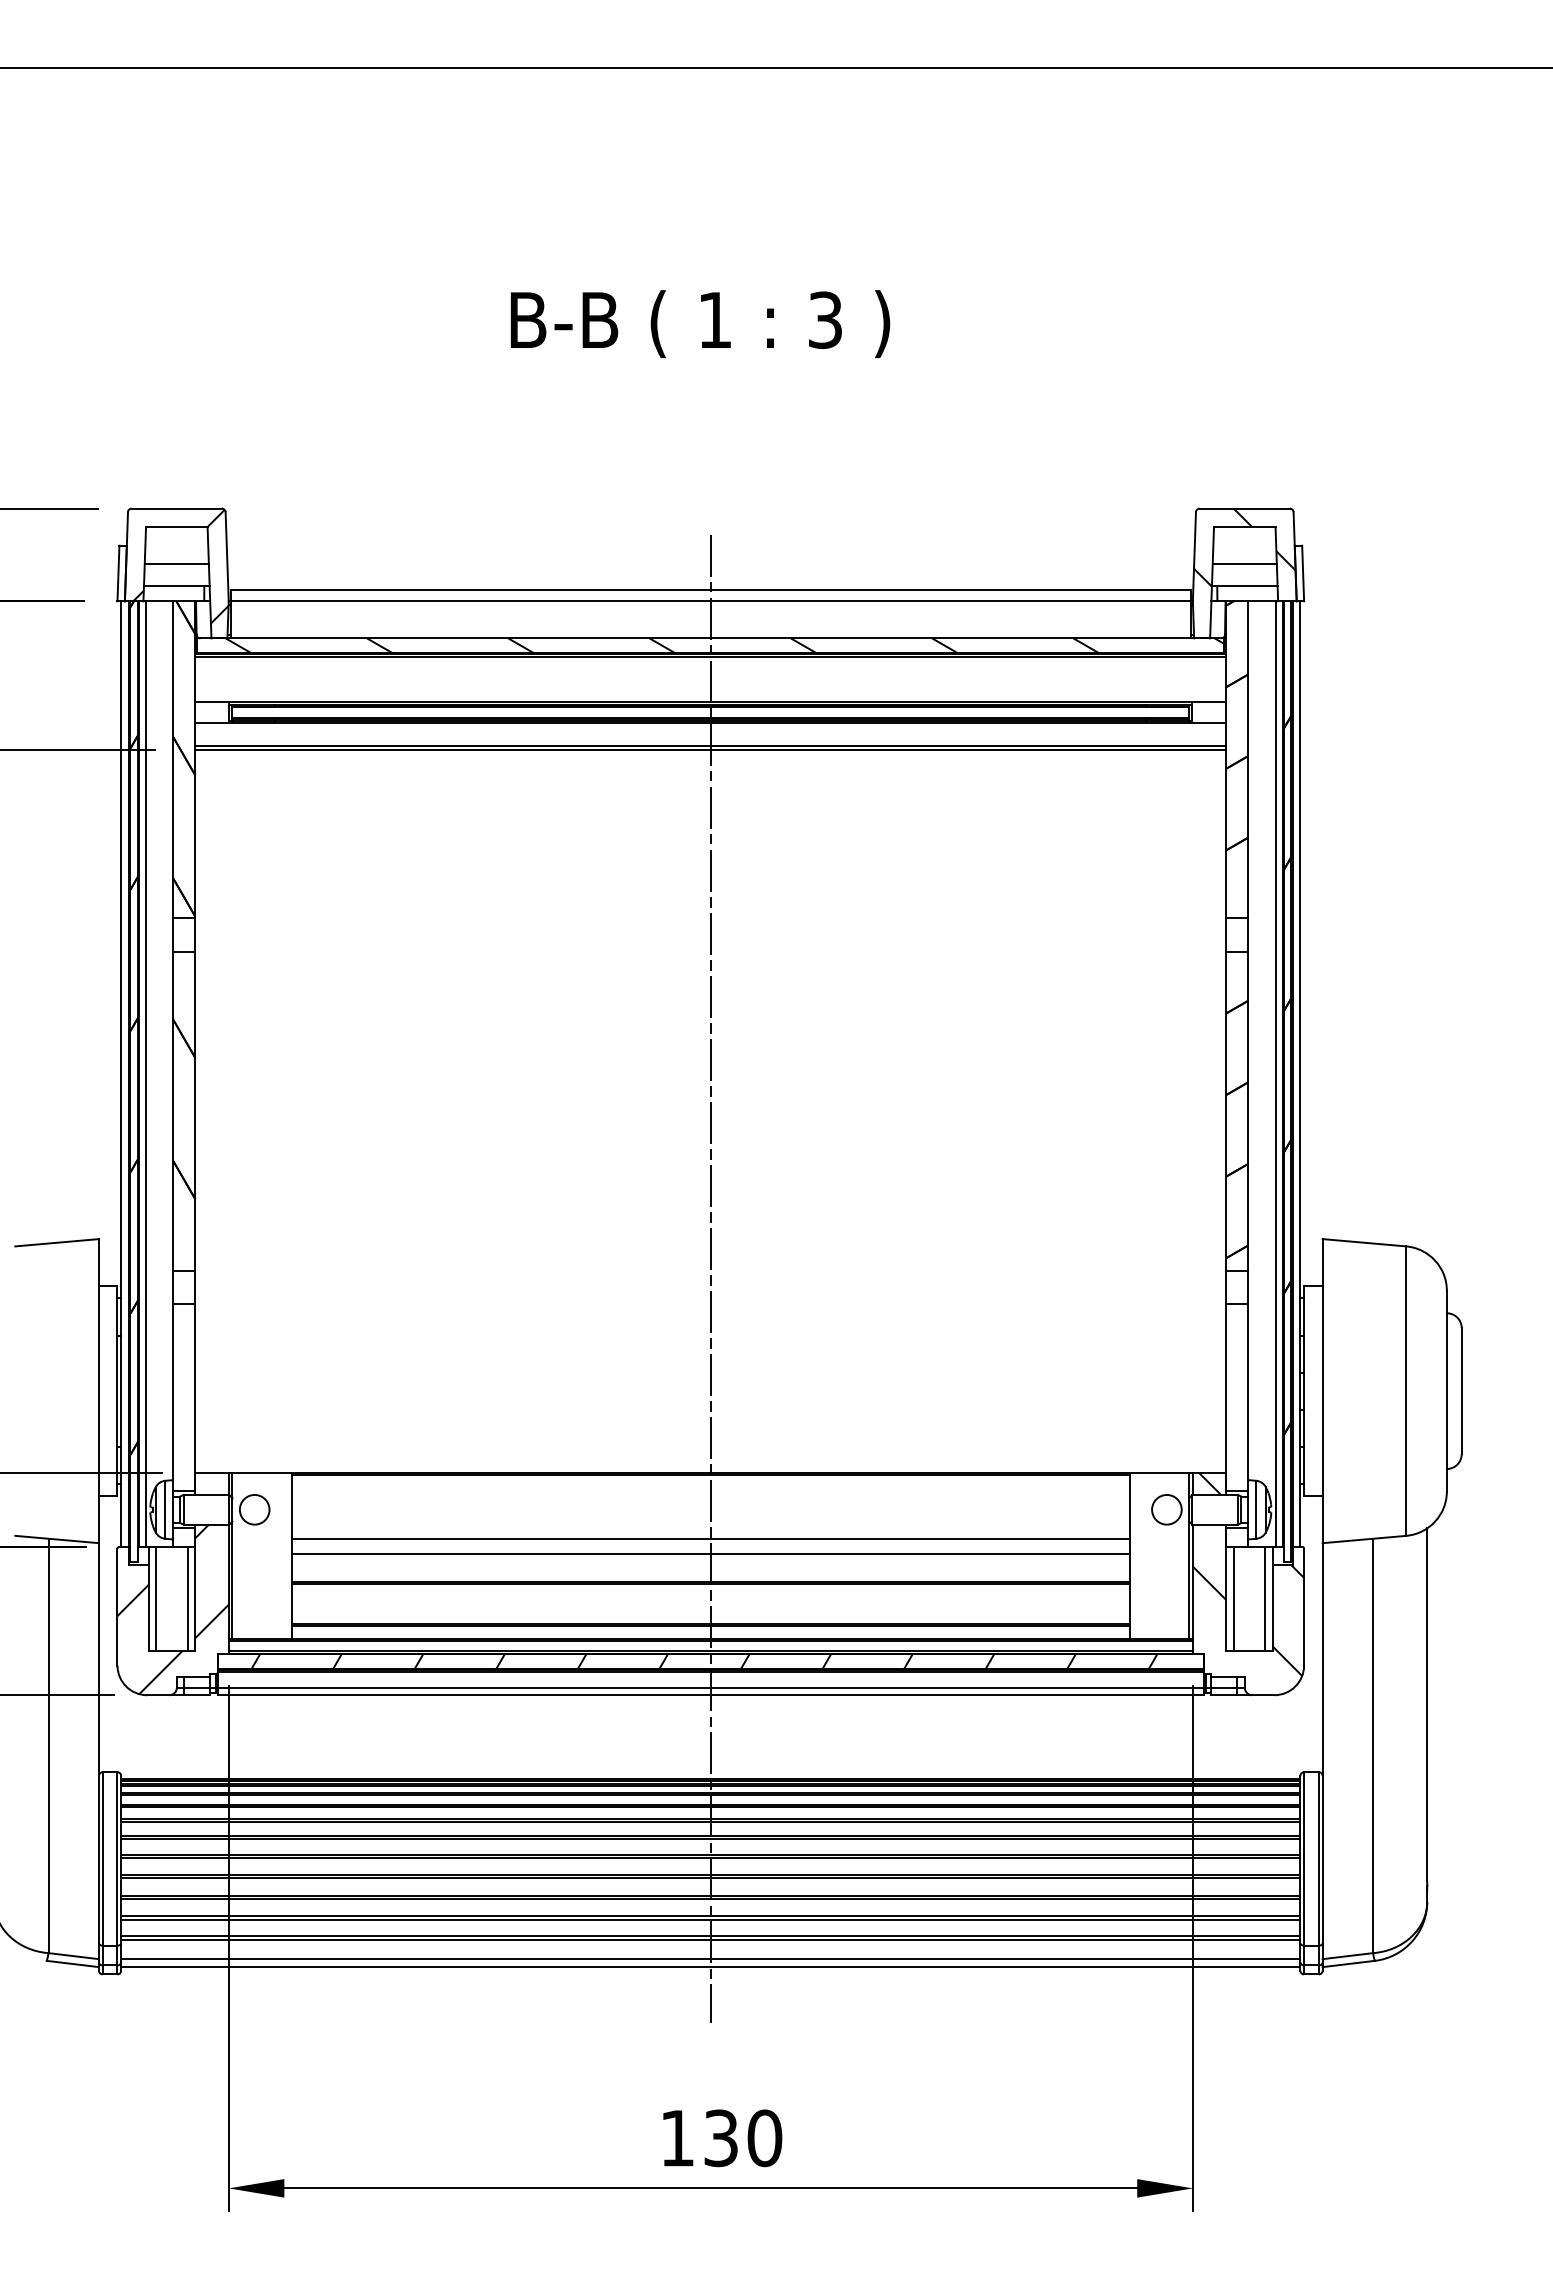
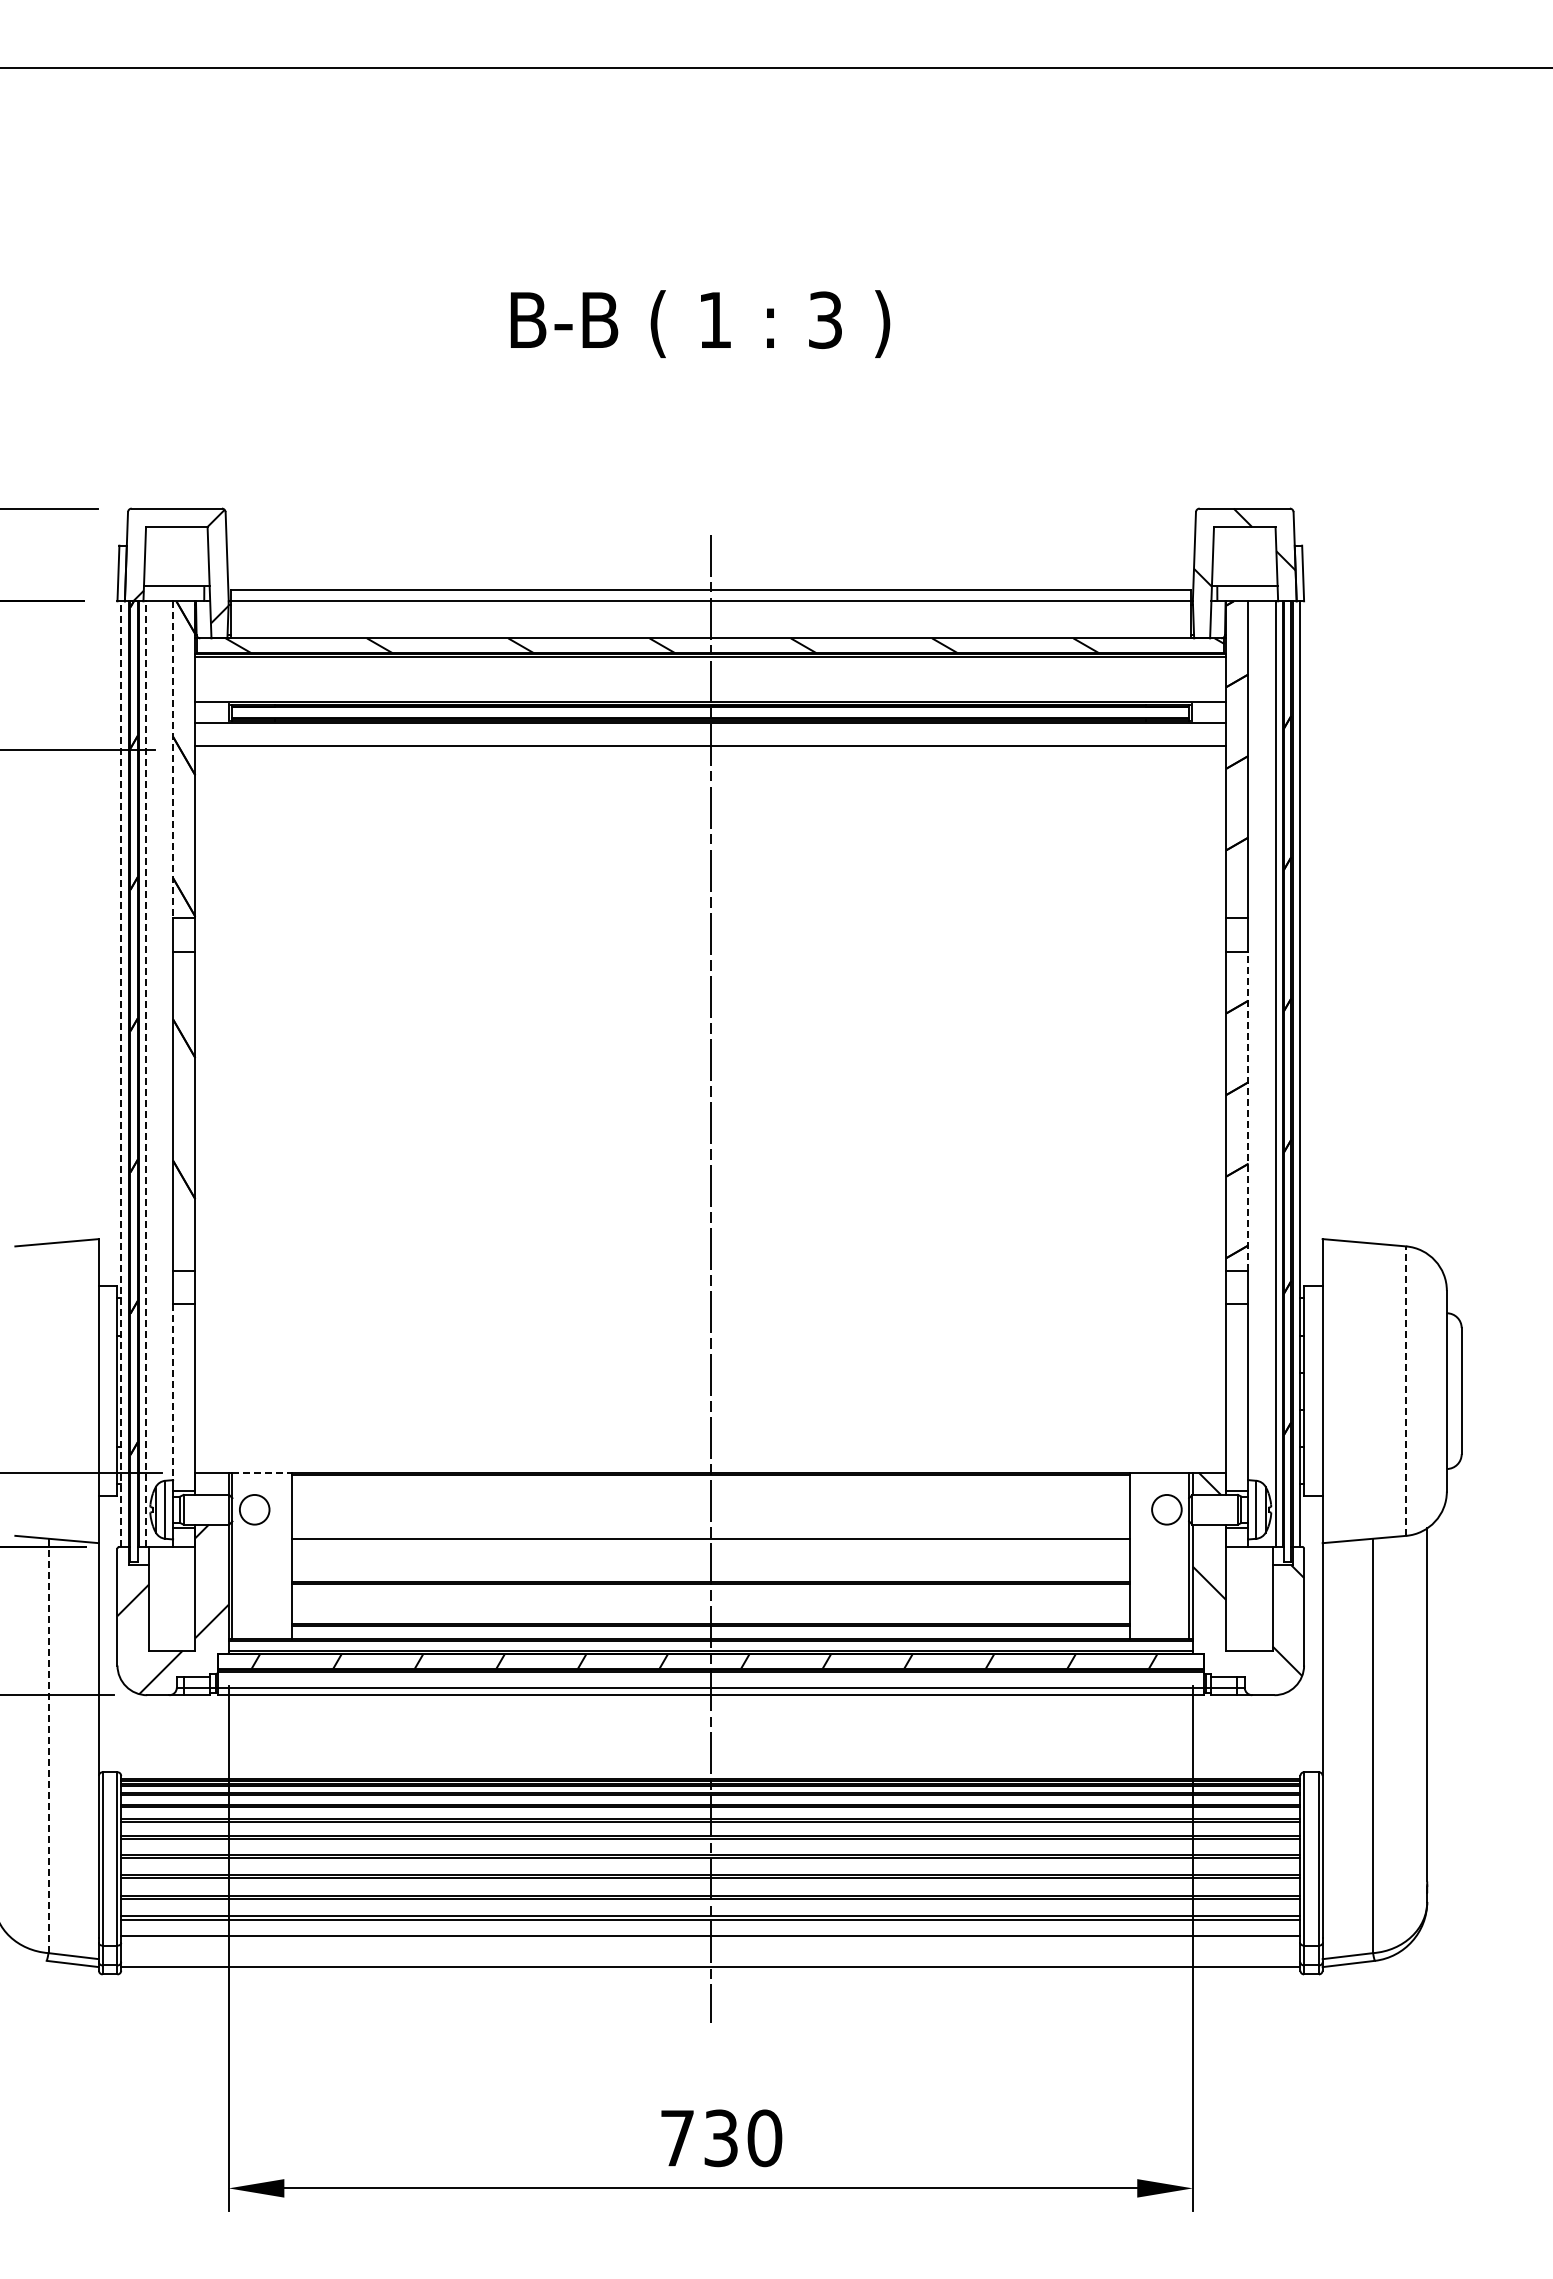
line at (176, 564): present -> none
line at (1244, 564): present -> none
line at (710, 749): present -> none
line at (173, 759): solid -> dashed
line at (121, 1074): solid -> dashed
line at (146, 1074): solid -> dashed
line at (1248, 1110): solid -> dashed
line at (1406, 1391): solid -> dashed
line at (173, 1392): solid -> dashed
line at (262, 1472): solid -> dashed
line at (710, 1554): present -> none
line at (156, 1598): present -> none
line at (187, 1598): present -> none
line at (1233, 1598): present -> none
line at (1265, 1598): present -> none
line at (48, 1745): solid -> dashed
line at (710, 1939): present -> none
line at (710, 1959): present -> none
text at (677, 2138): 130 -> 730
